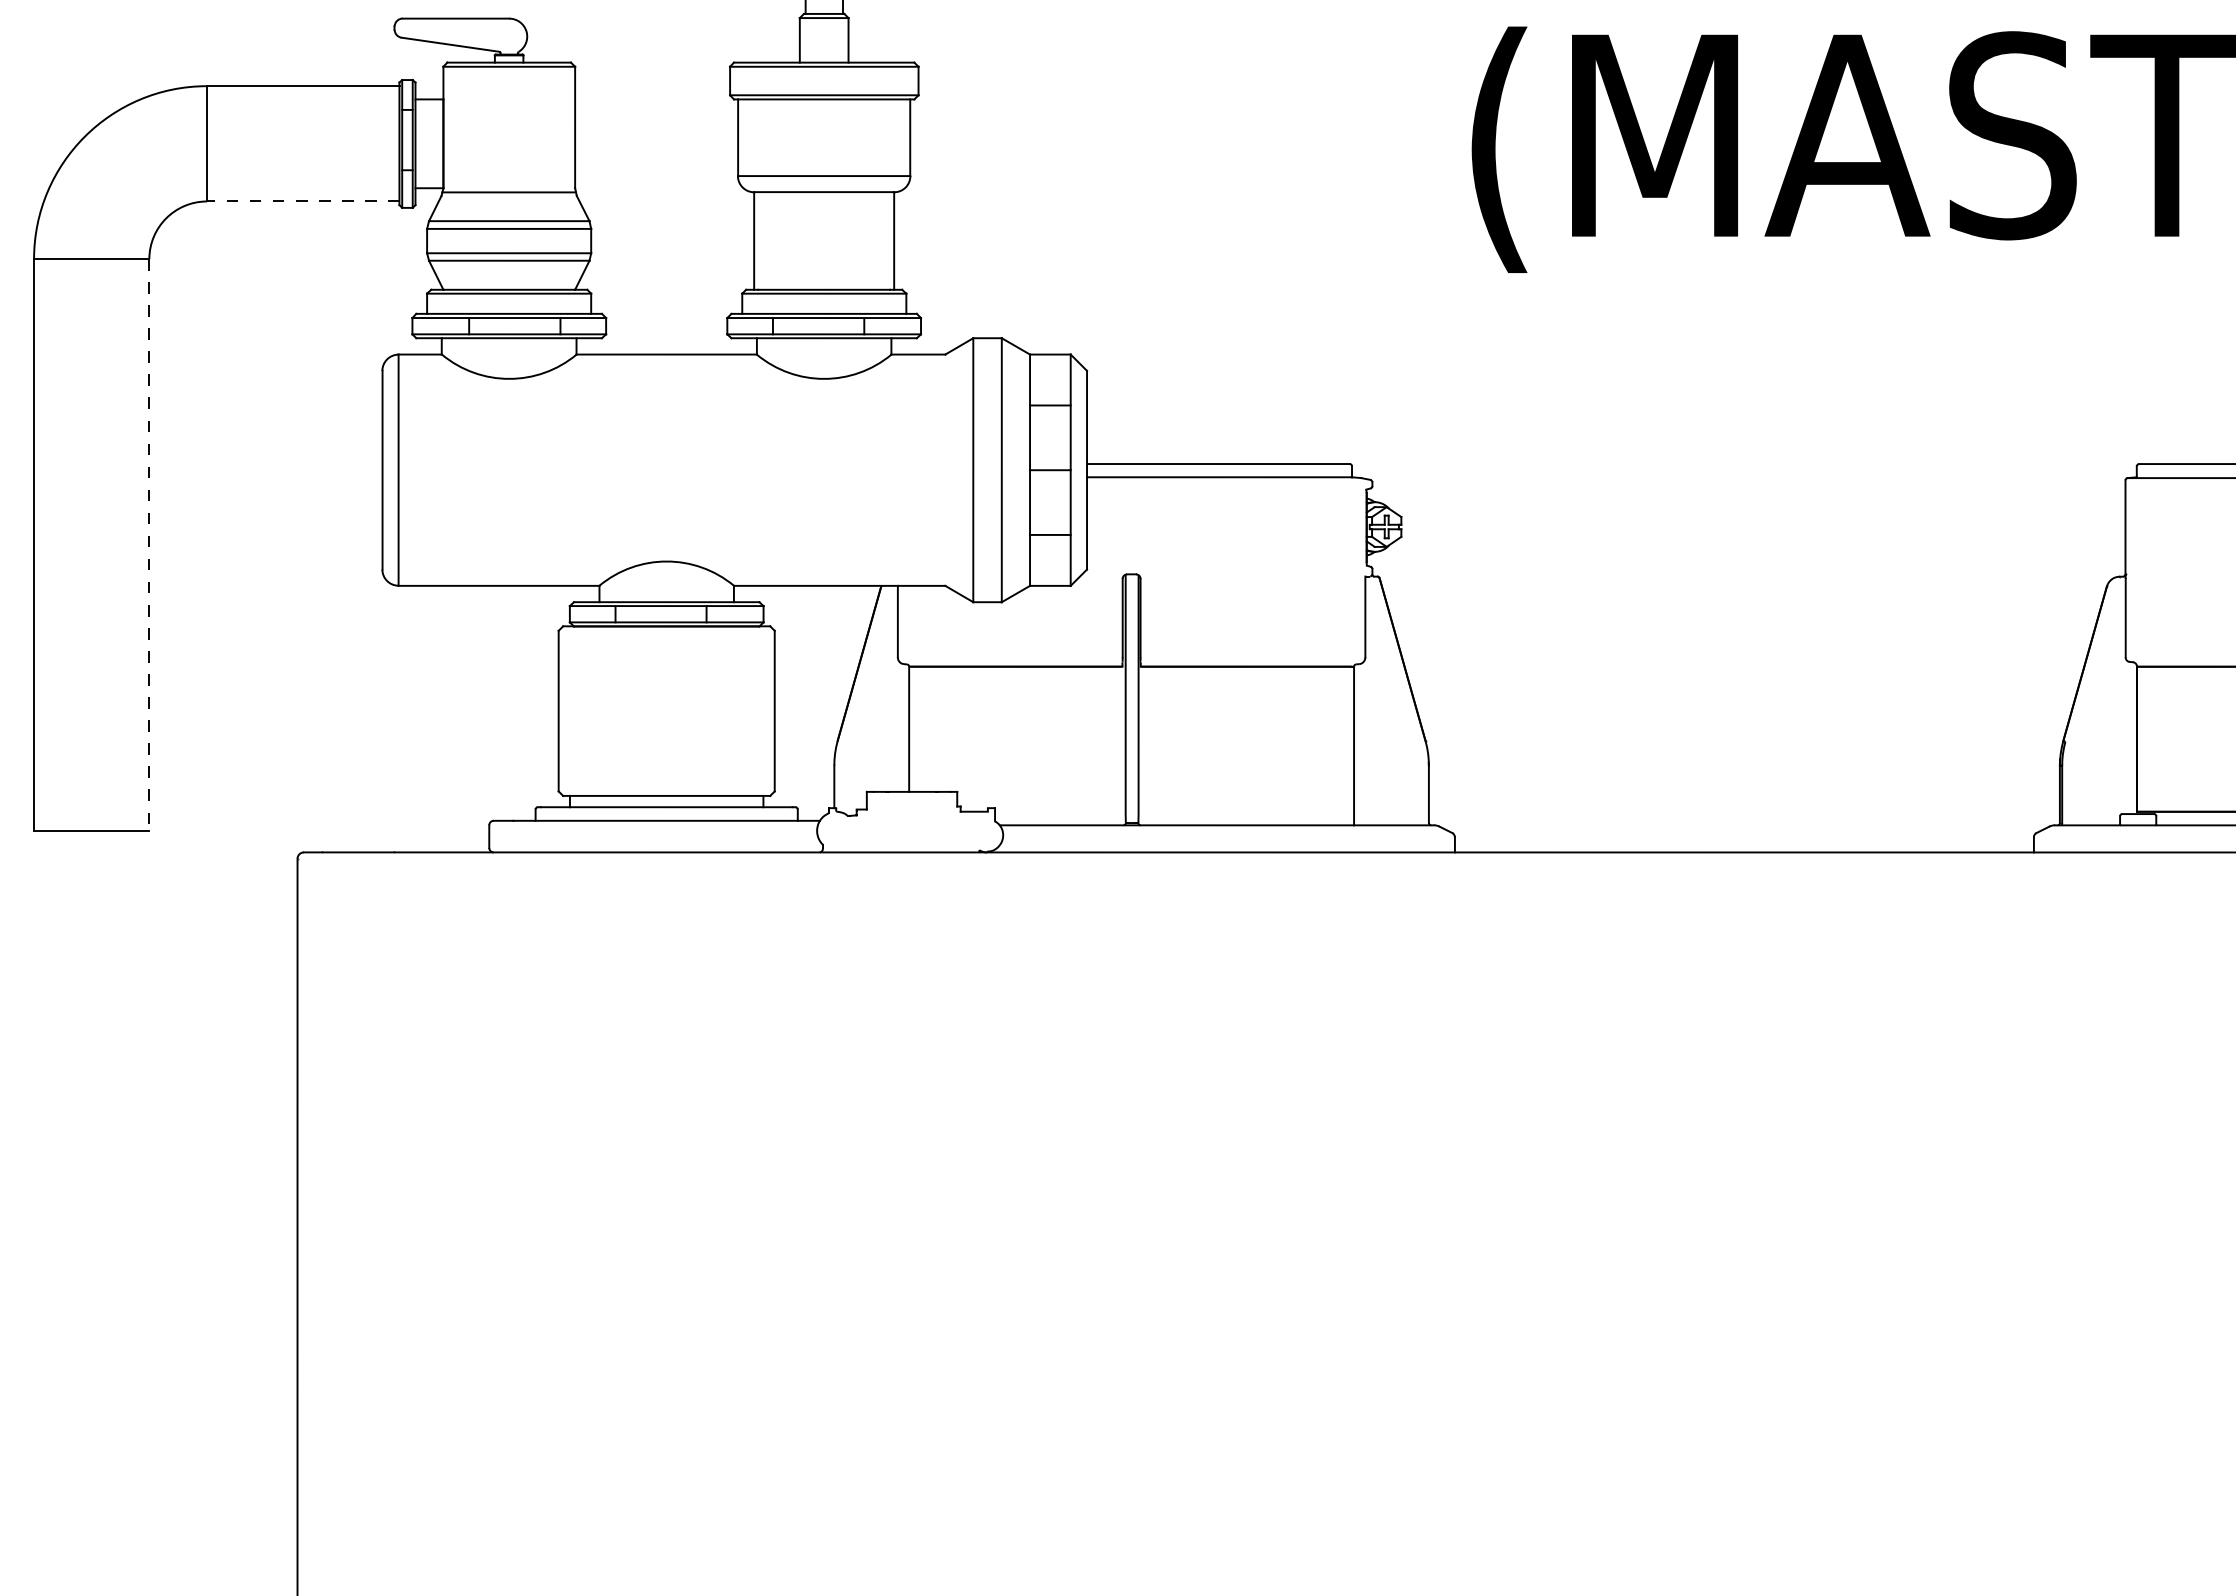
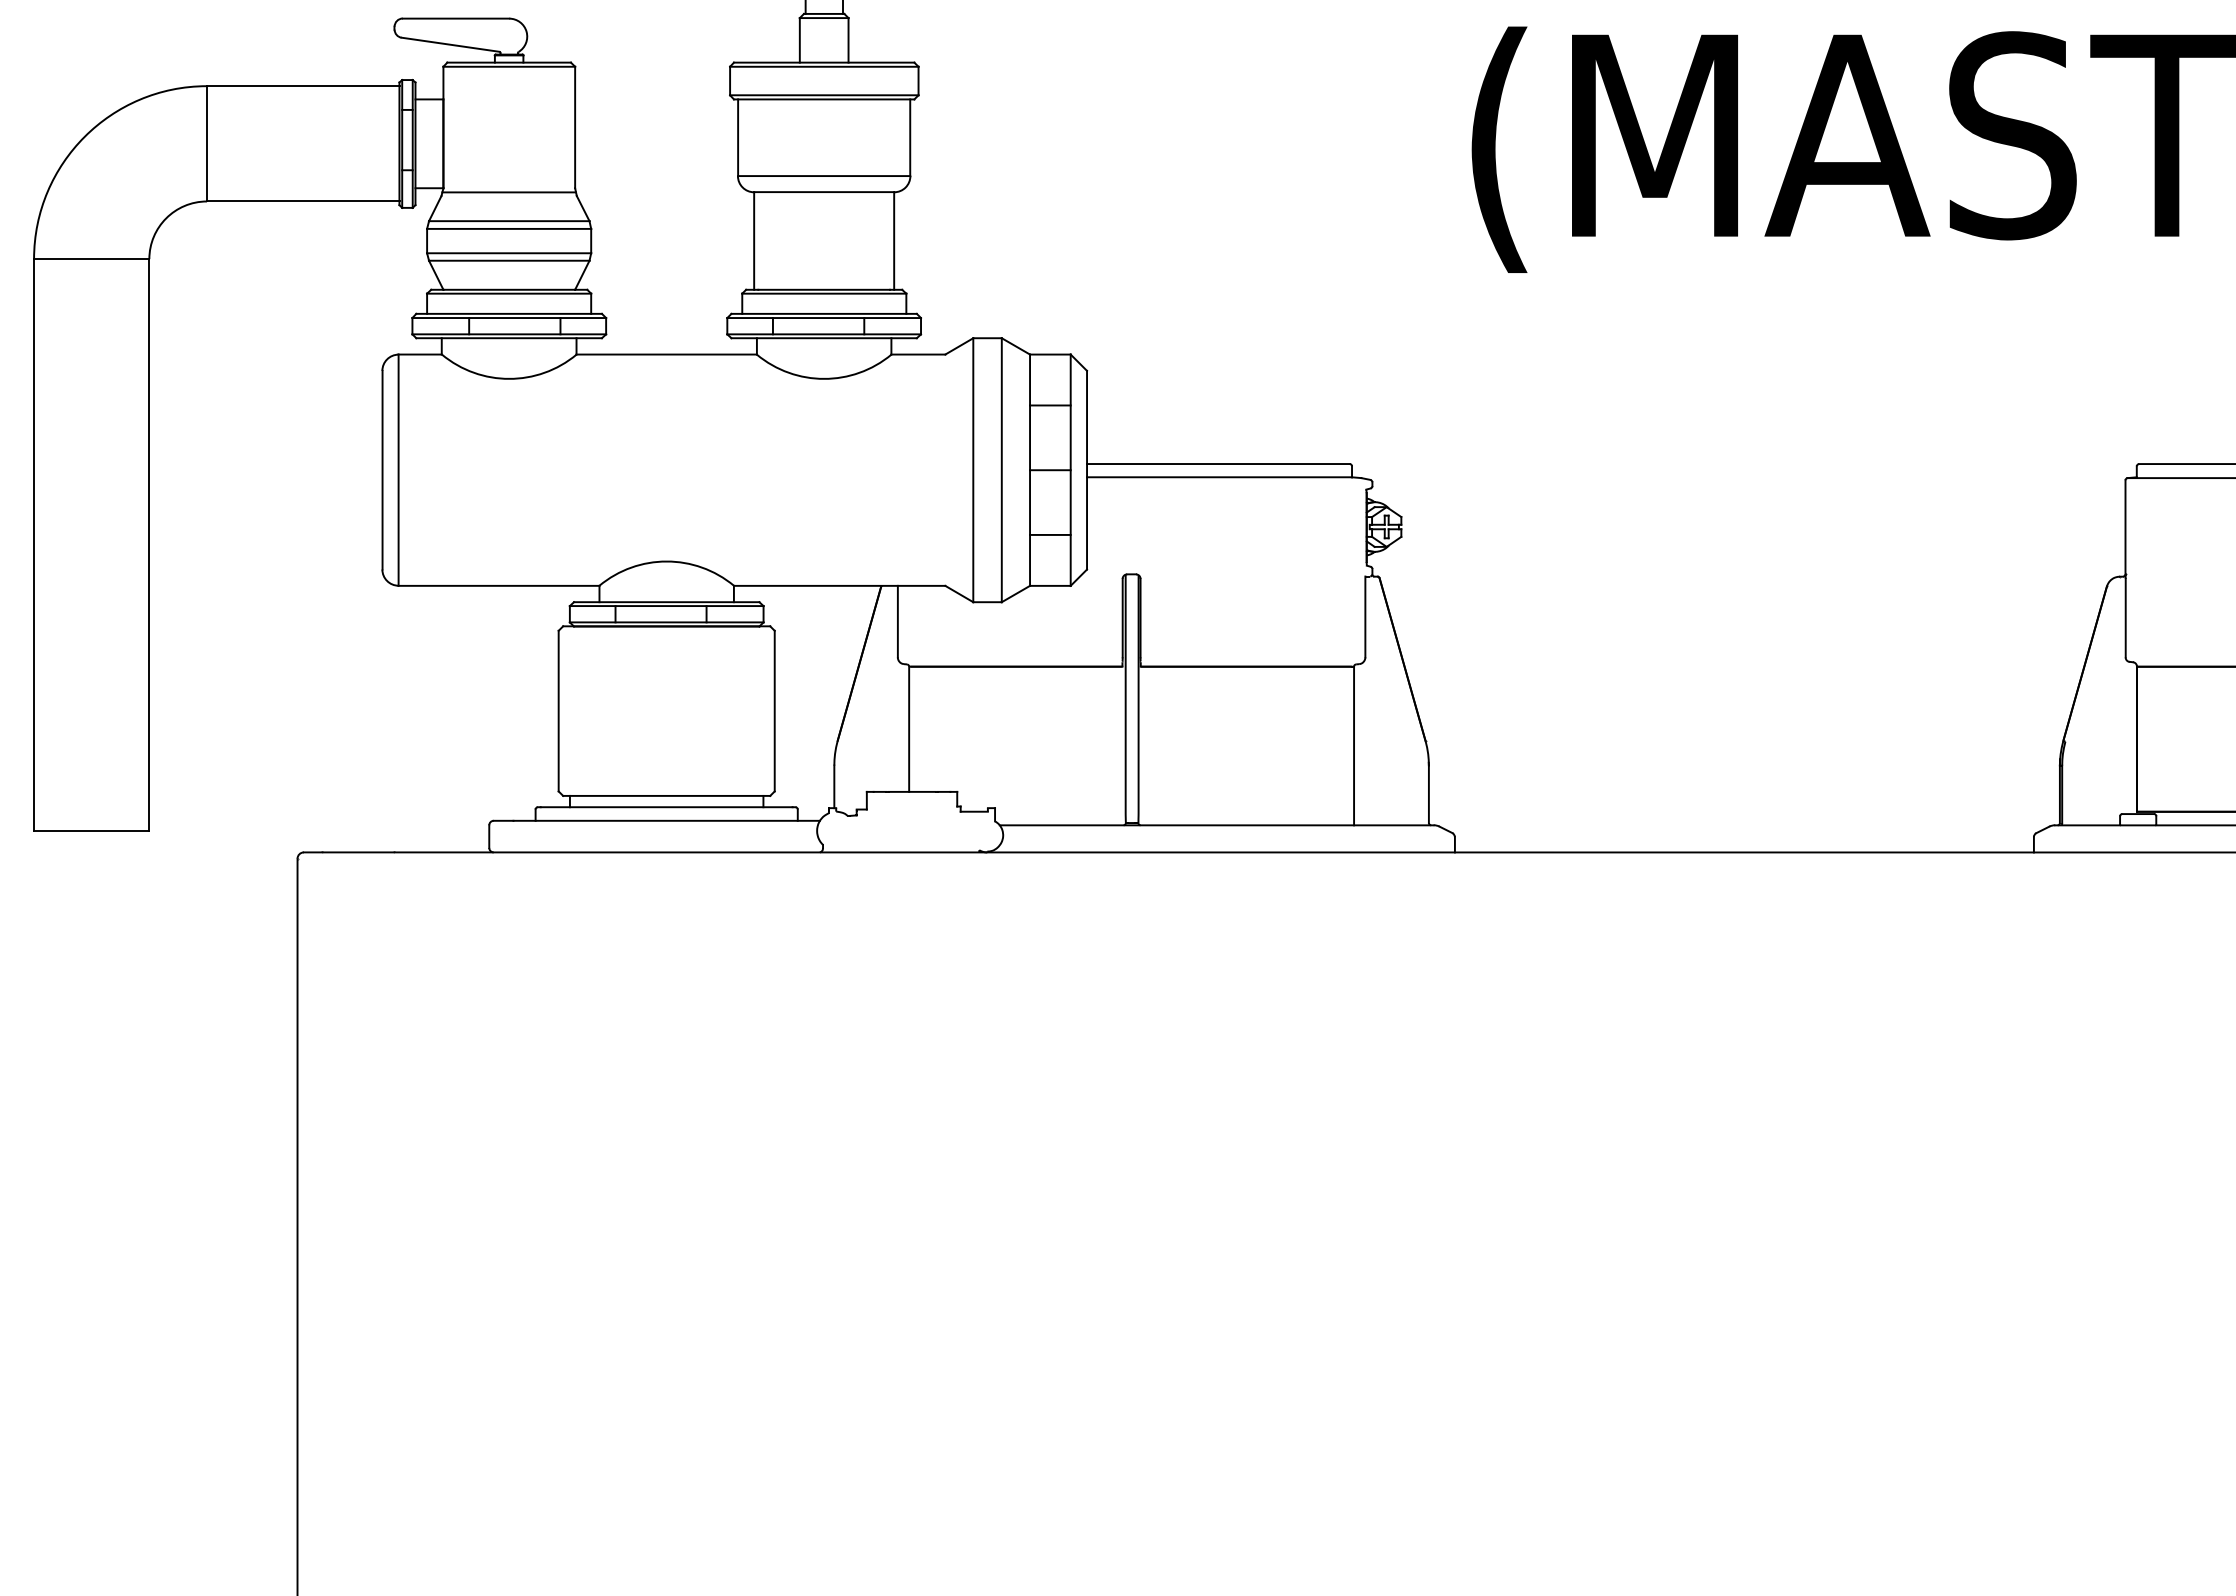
line at (302, 201): dashed -> solid
line at (149, 544): dashed -> solid
